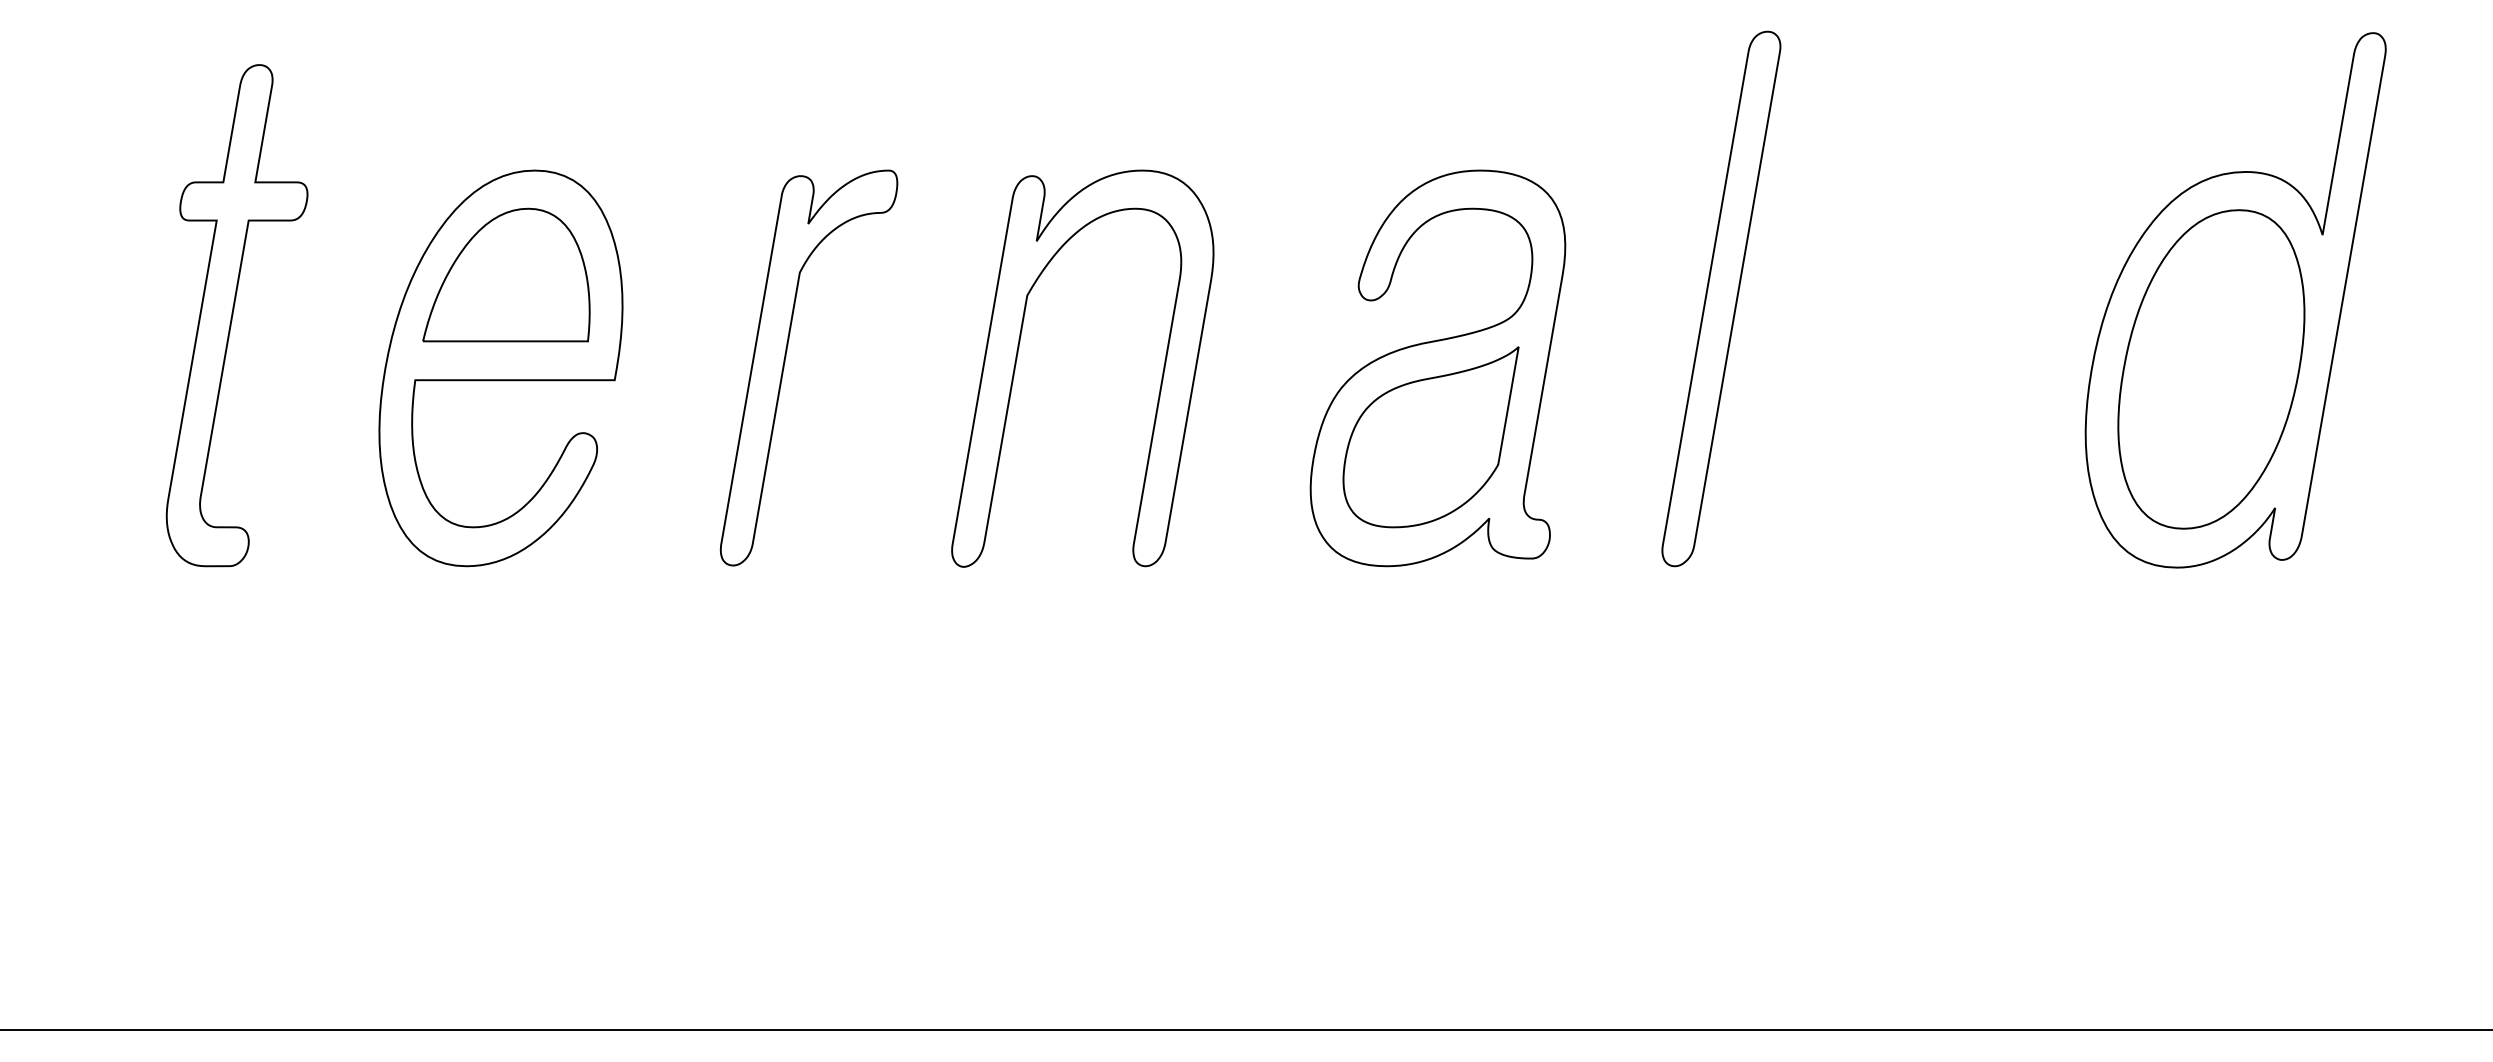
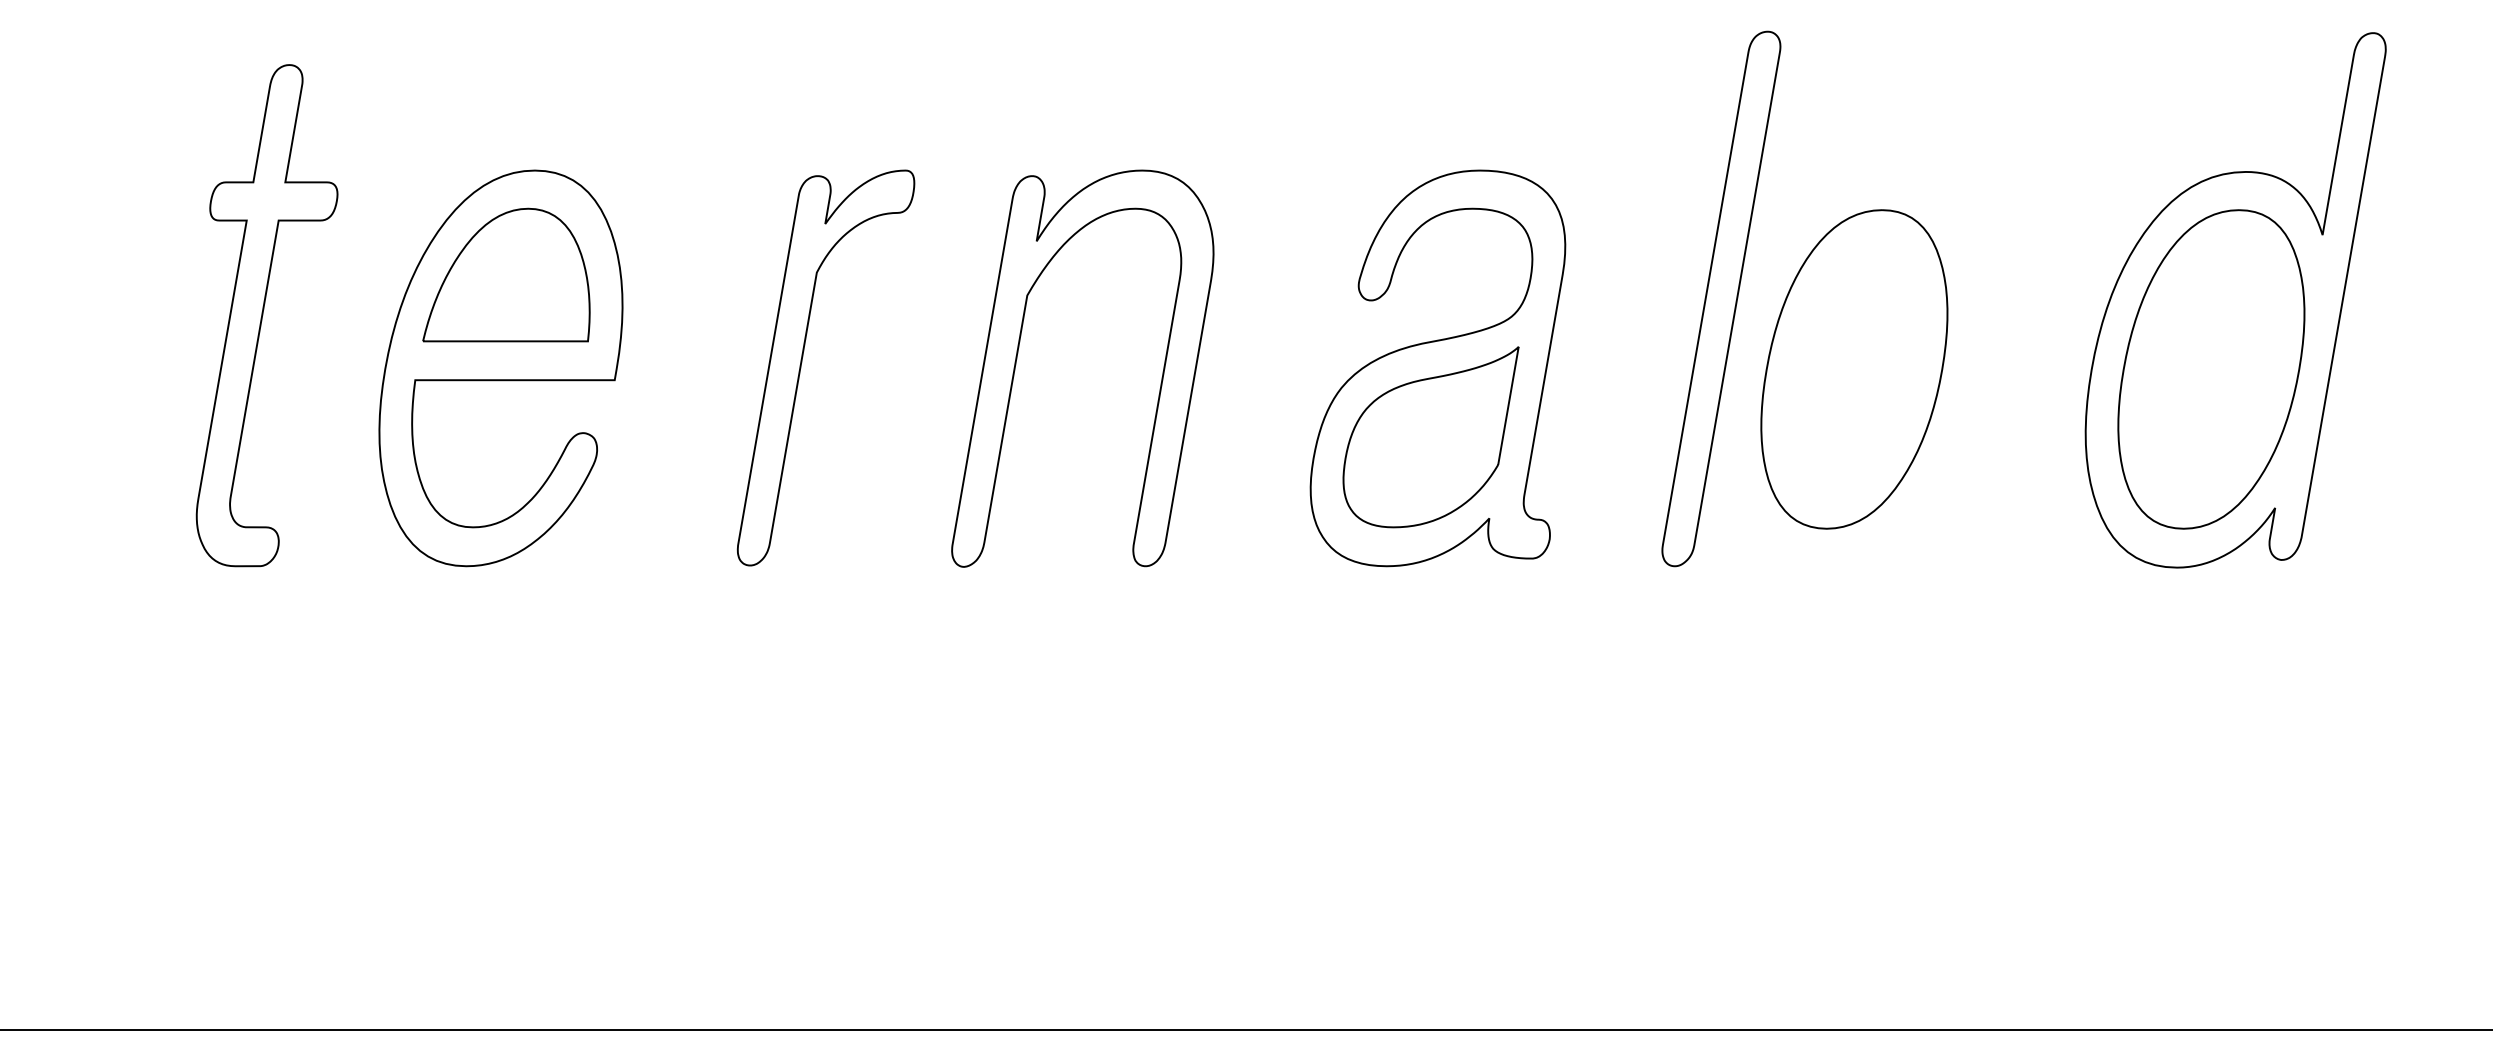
part at (236, 315) position: (236, 315) -> (266, 315)
part at (785, 362) position: (785, 362) -> (802, 362)
part at (1854, 369): none -> present
